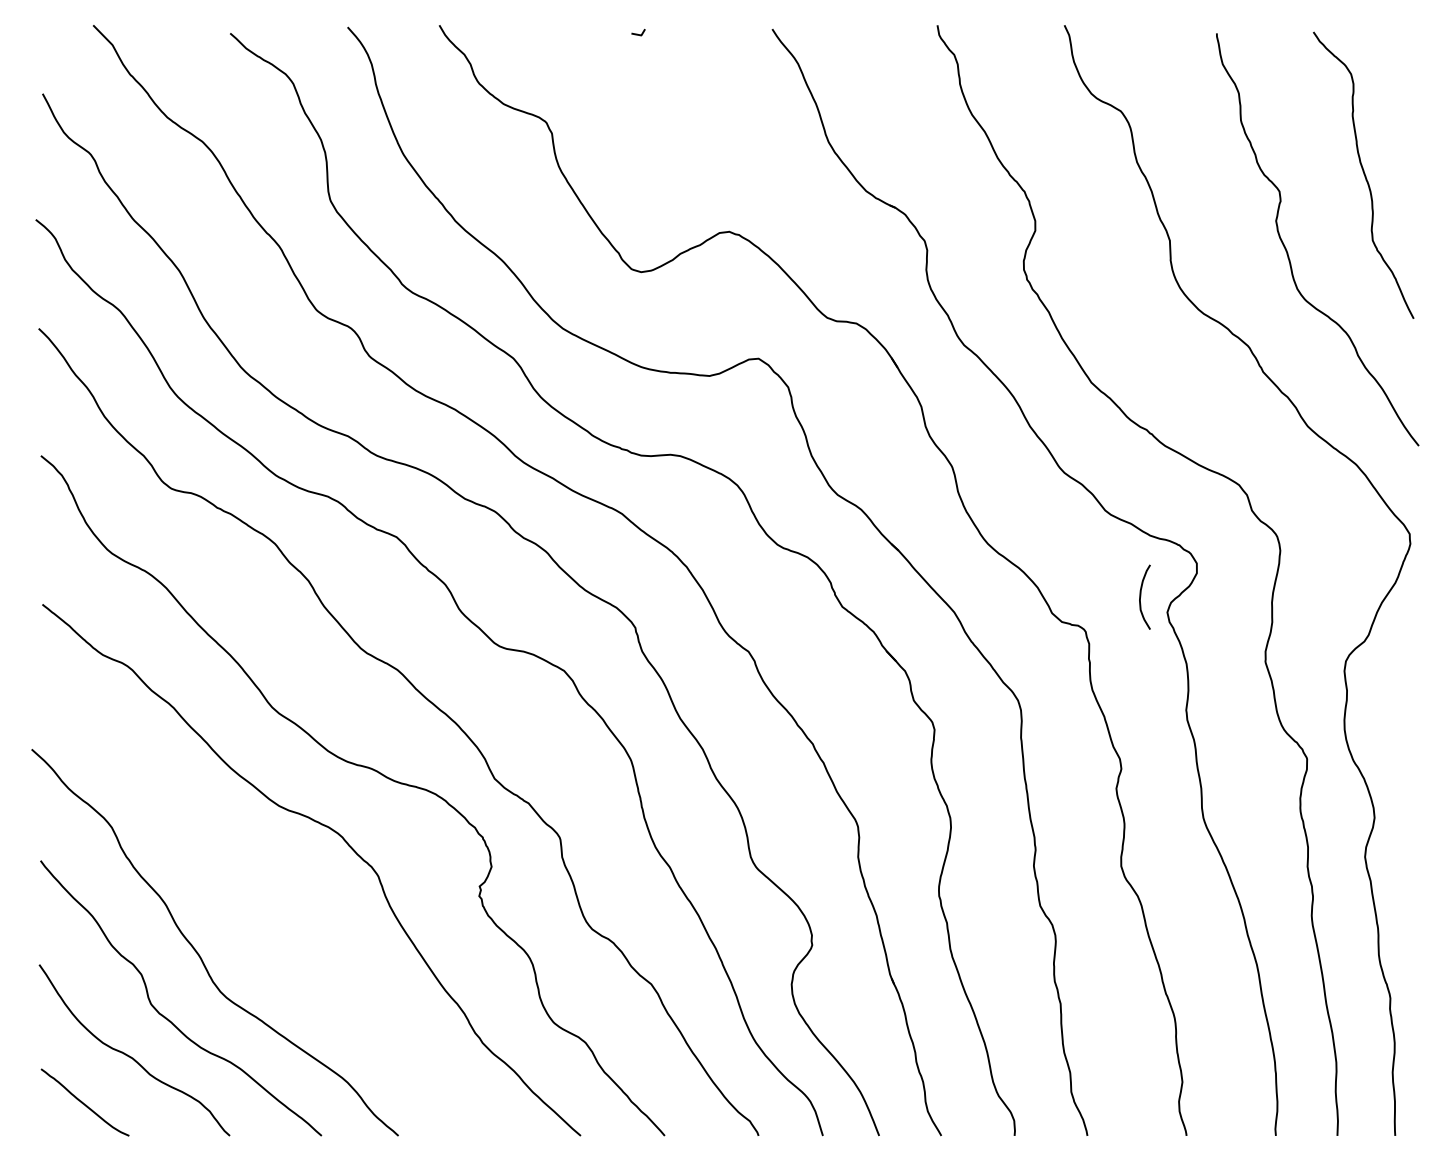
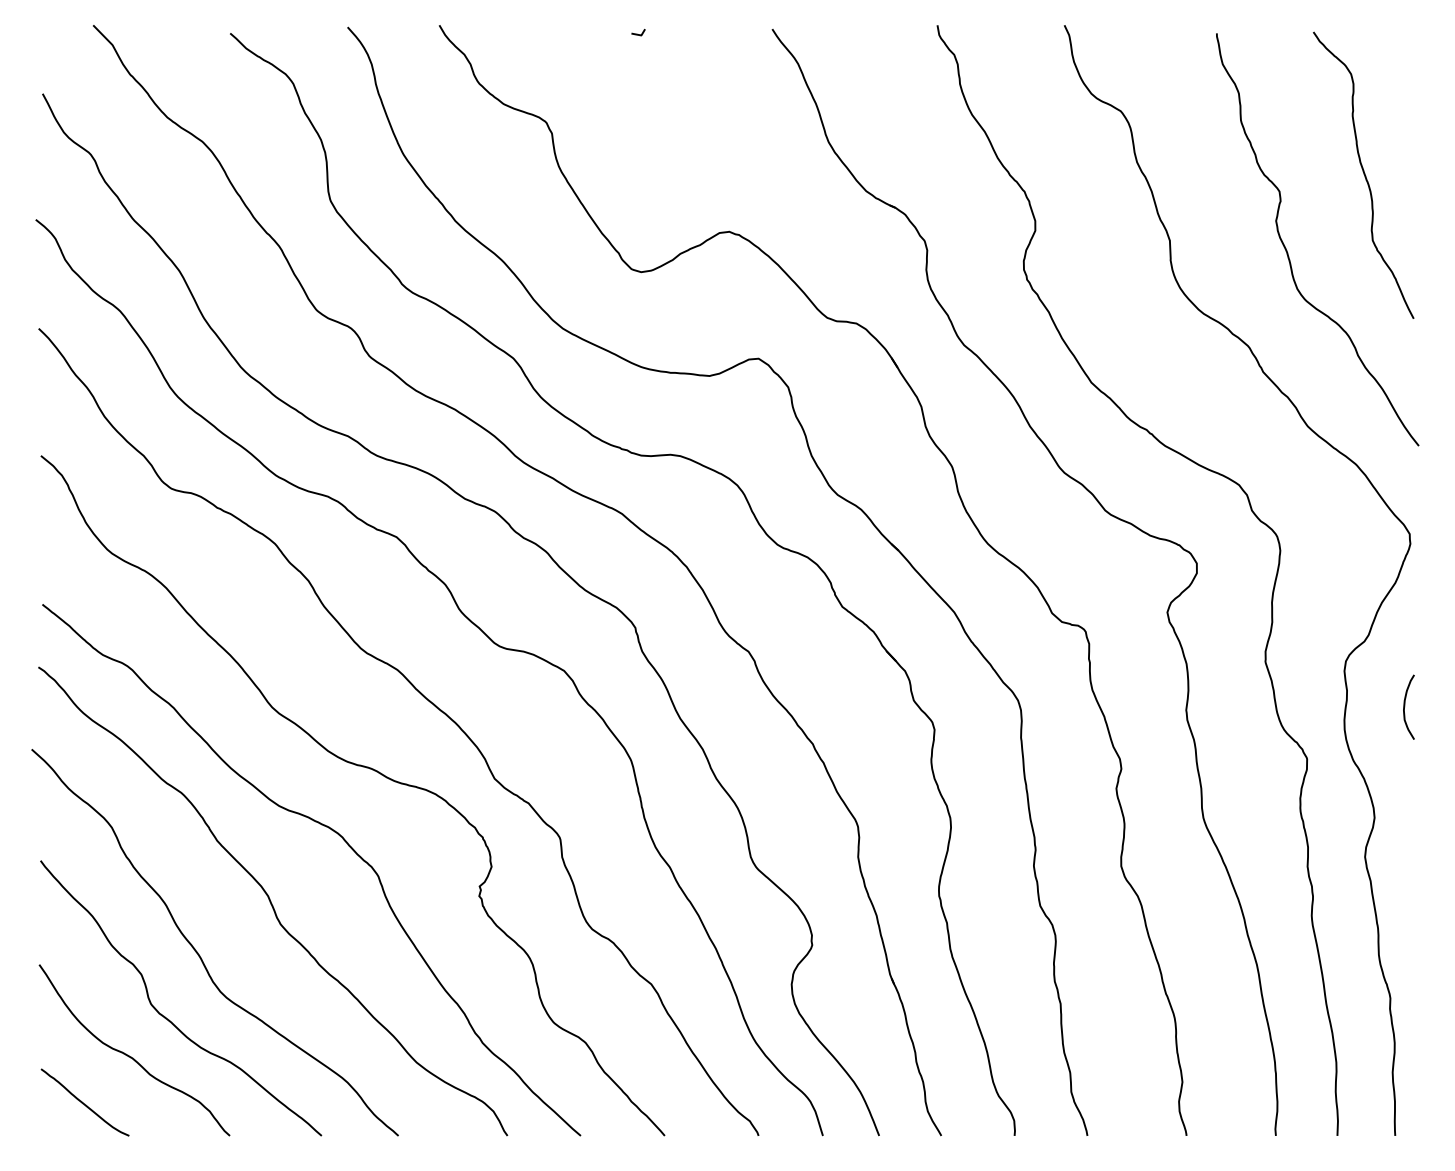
curve at (1141, 596) position: (1141, 596) -> (1405, 706)
curve at (271, 901): none -> present
